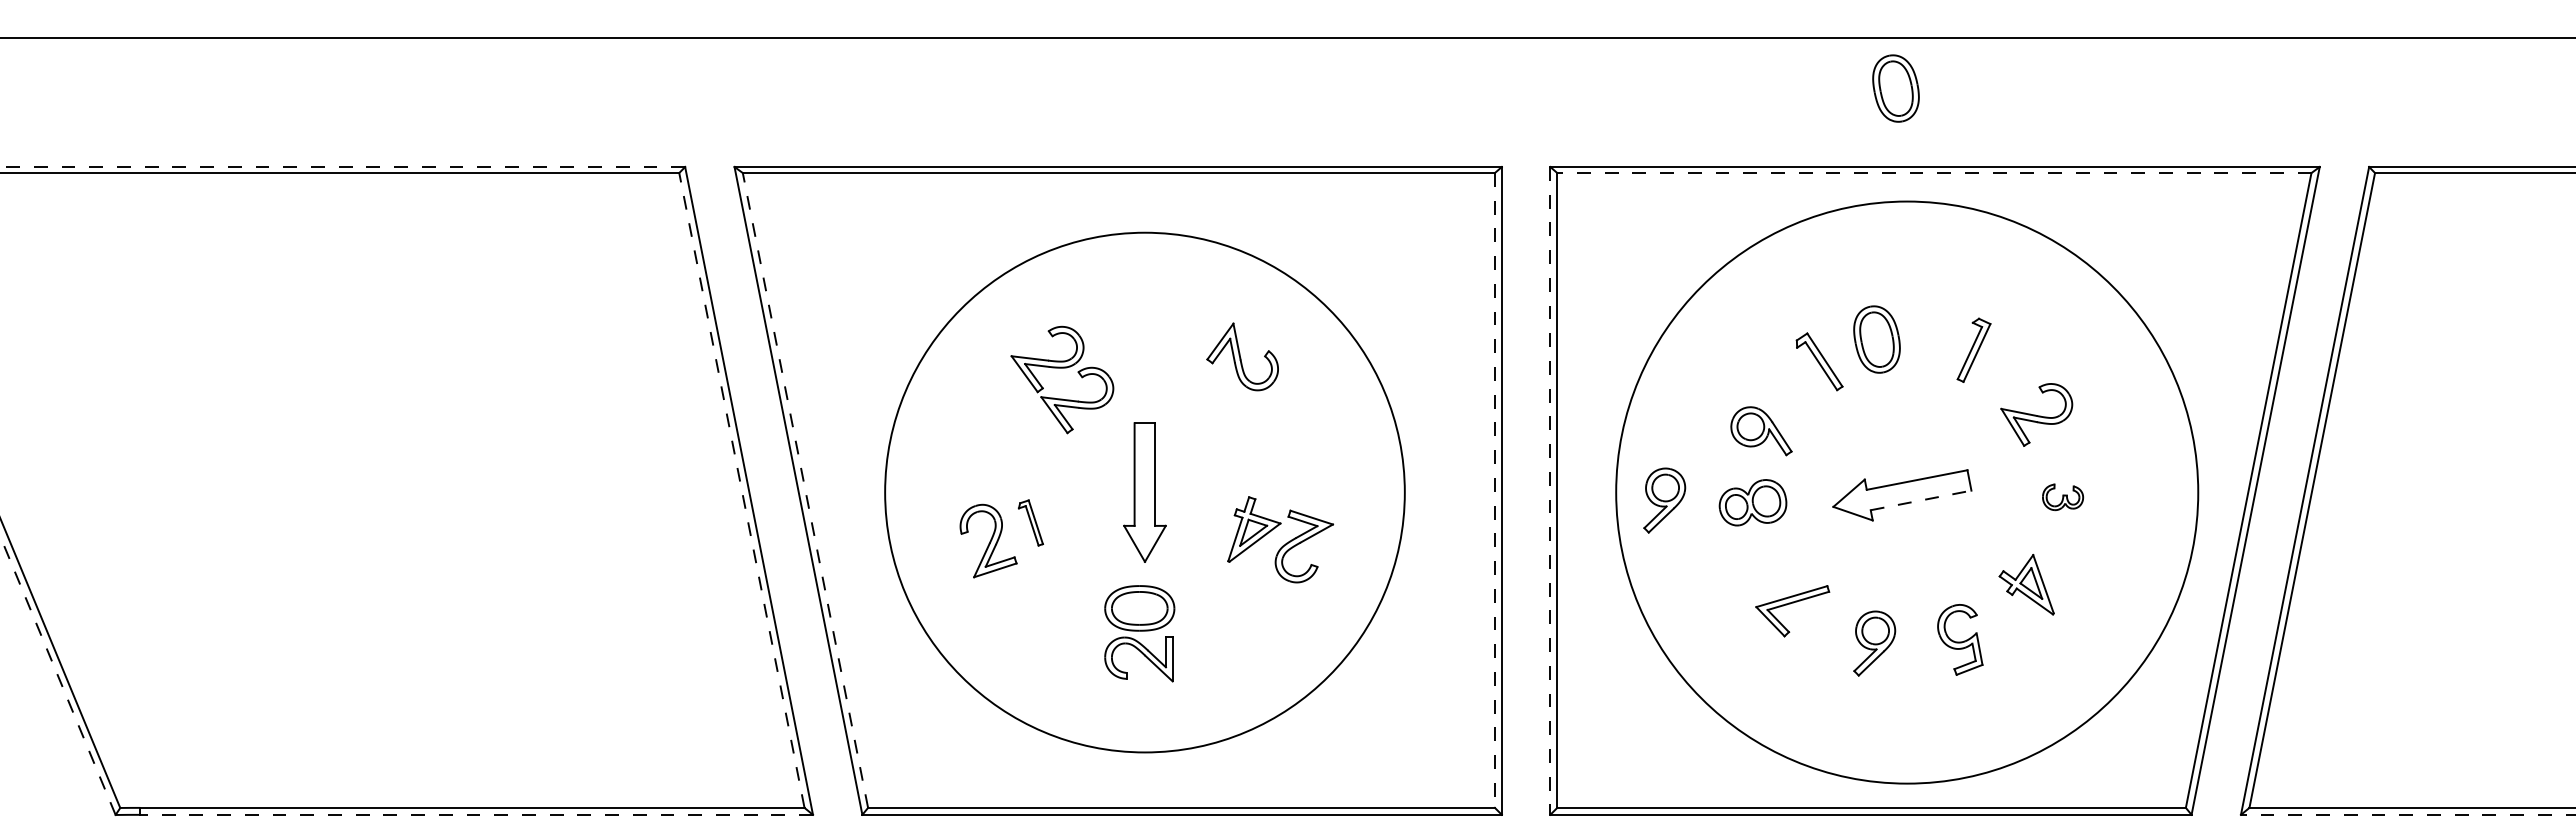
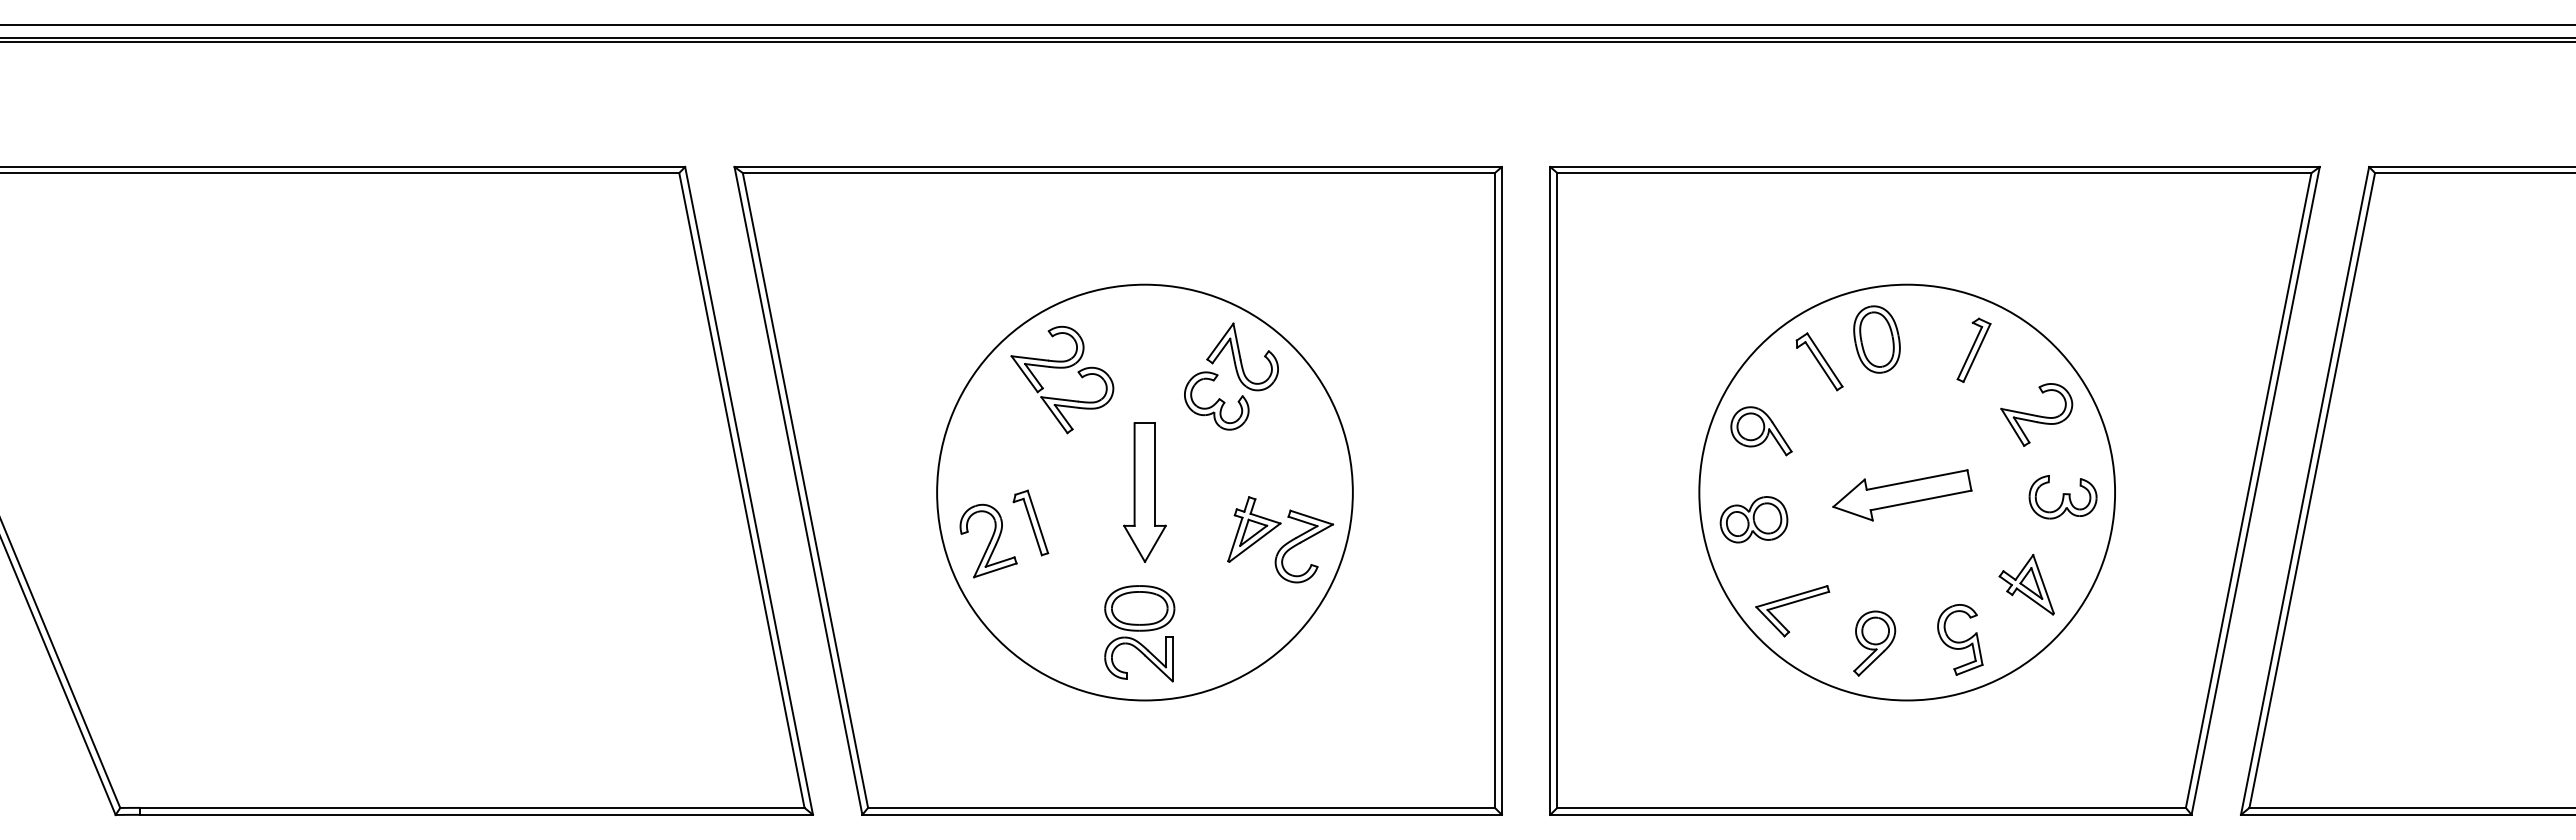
line at (1287, 25): none -> present
line at (1287, 42): none -> present
part at (1895, 88): present -> none
line at (342, 166): dashed -> solid
line at (1933, 173): dashed -> solid
part at (1216, 400): none -> present
line at (741, 490): dashed -> solid
line at (805, 490): dashed -> solid
line at (1494, 490): dashed -> solid
line at (1550, 490): dashed -> solid
circle at (1144, 492) diameter: 520 px -> 416 px
circle at (1907, 492) diameter: 582 px -> 416 px
part at (2063, 497) size: 43x29 px -> 70x45 px
part at (1664, 500): present -> none
line at (1921, 500): dashed -> solid
part at (1752, 502) position: (1752, 502) -> (1753, 519)
part at (1030, 522) size: 27x48 px -> 38x68 px
line at (57, 675): dashed -> solid
line at (476, 814): dashed -> solid
line at (2407, 814): dashed -> solid
